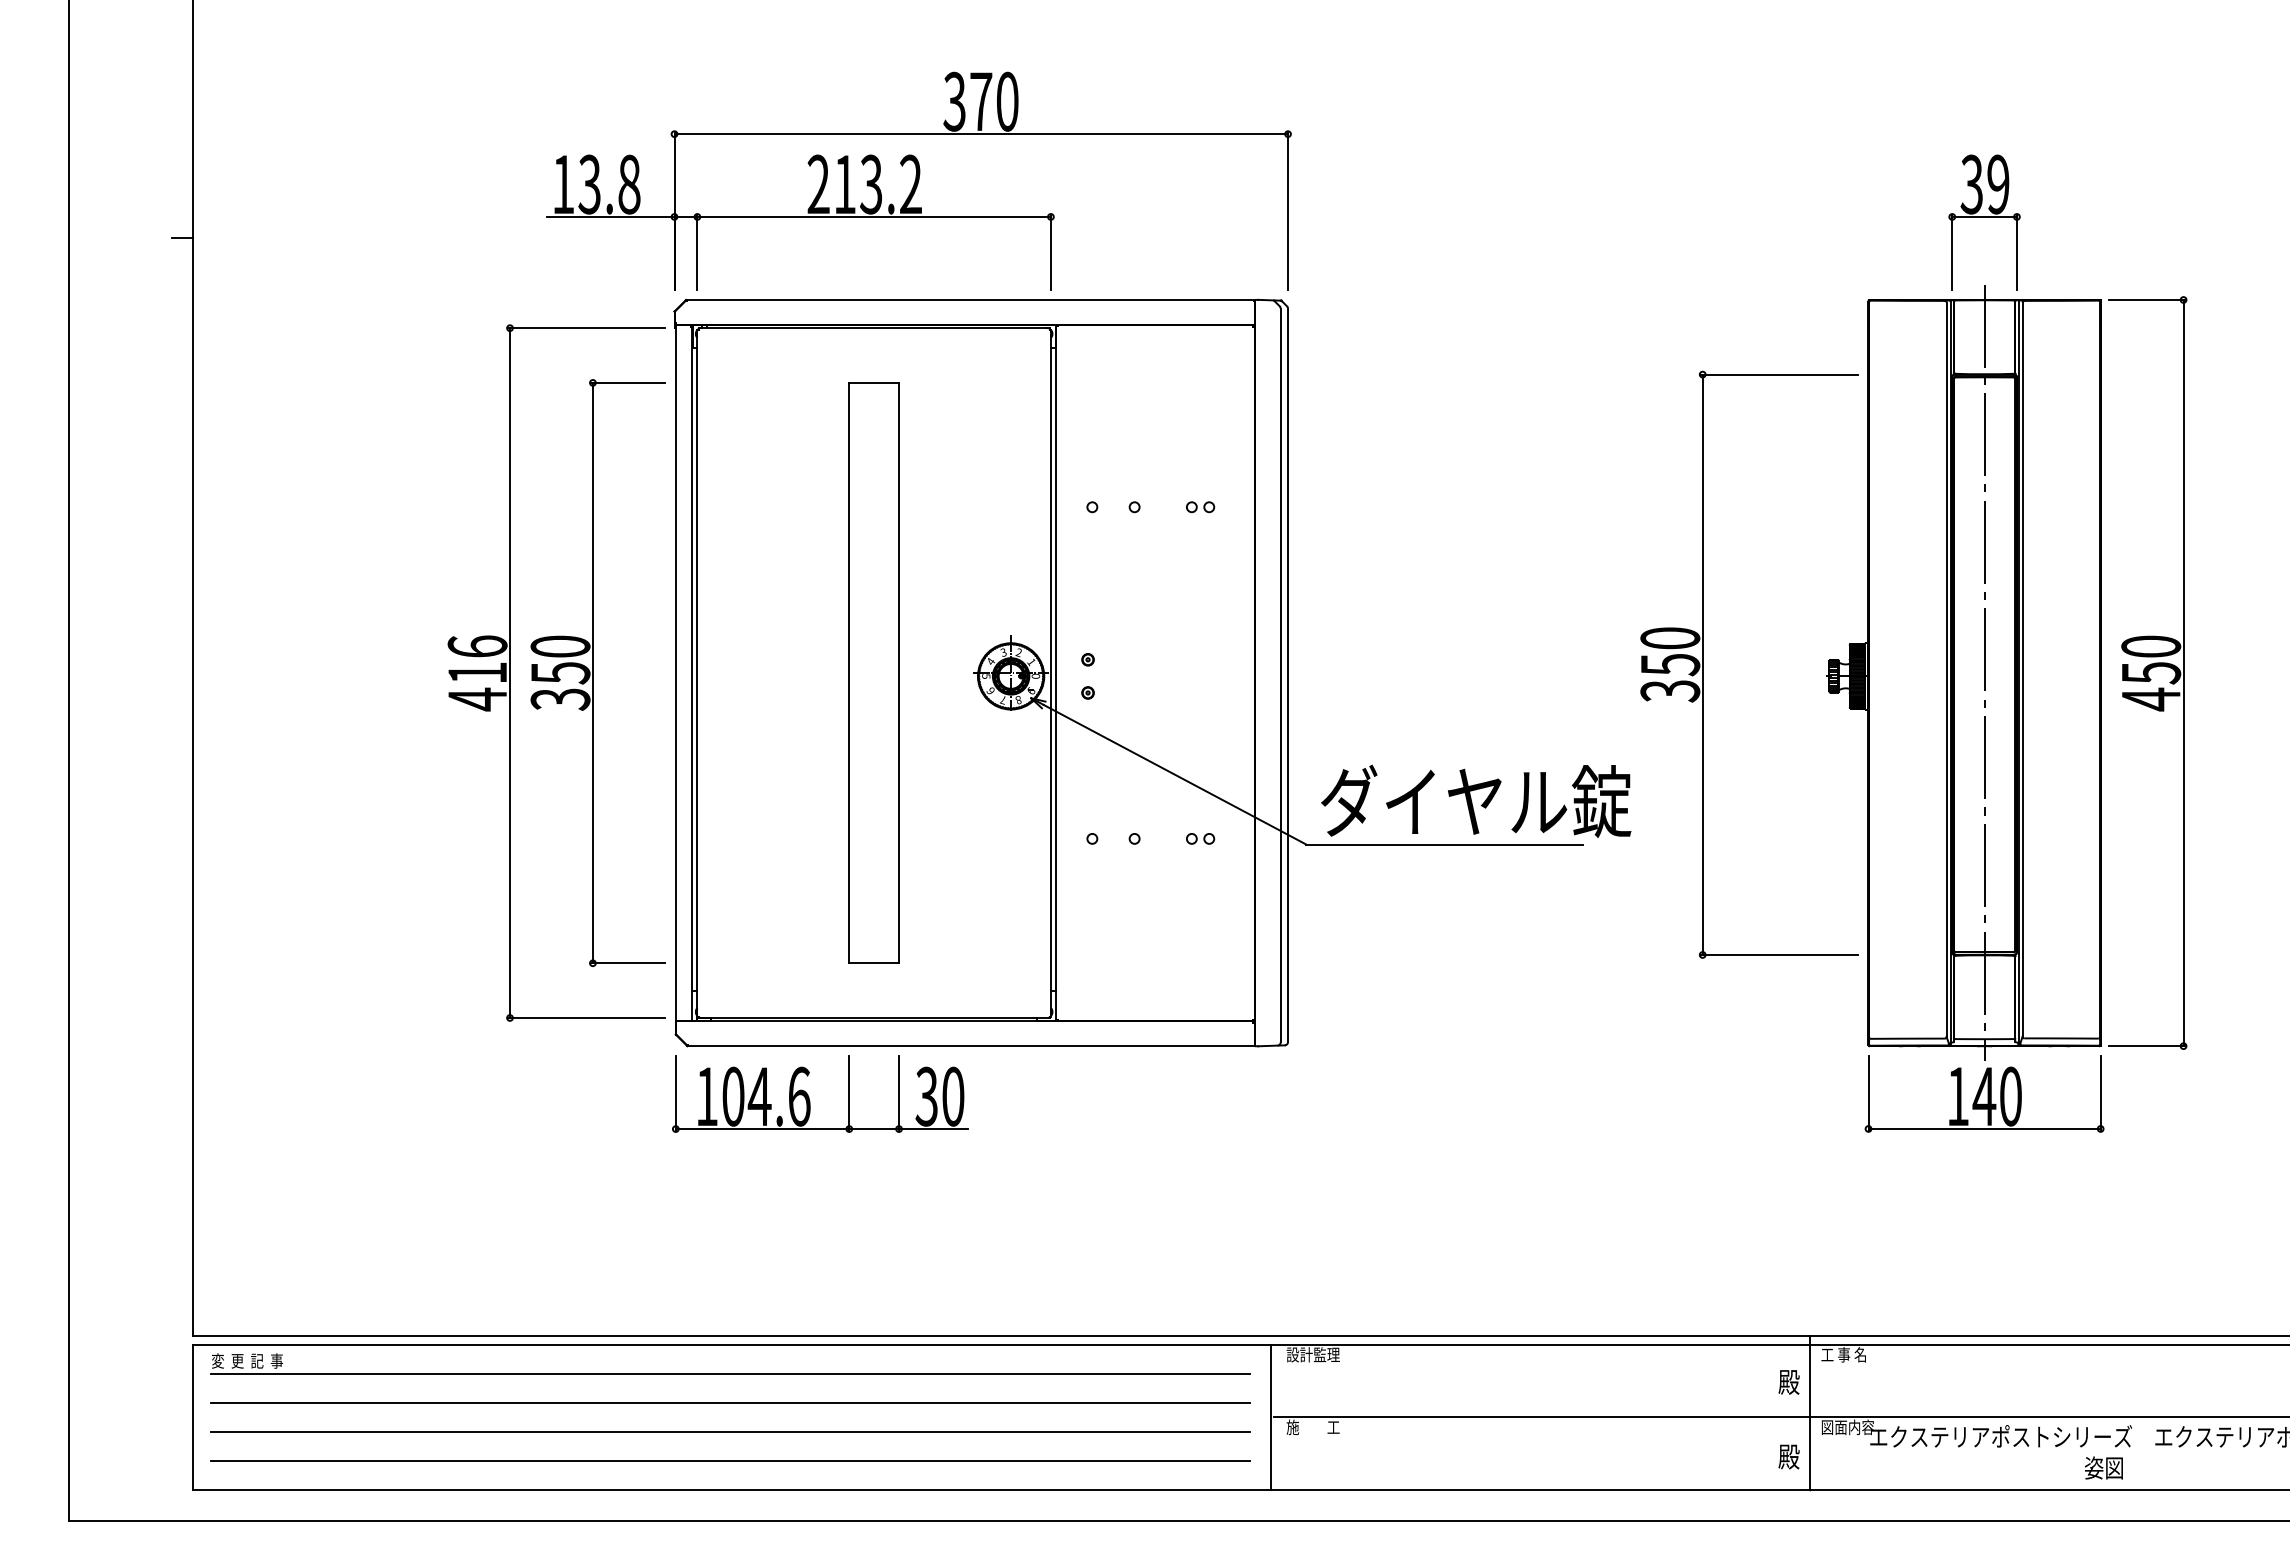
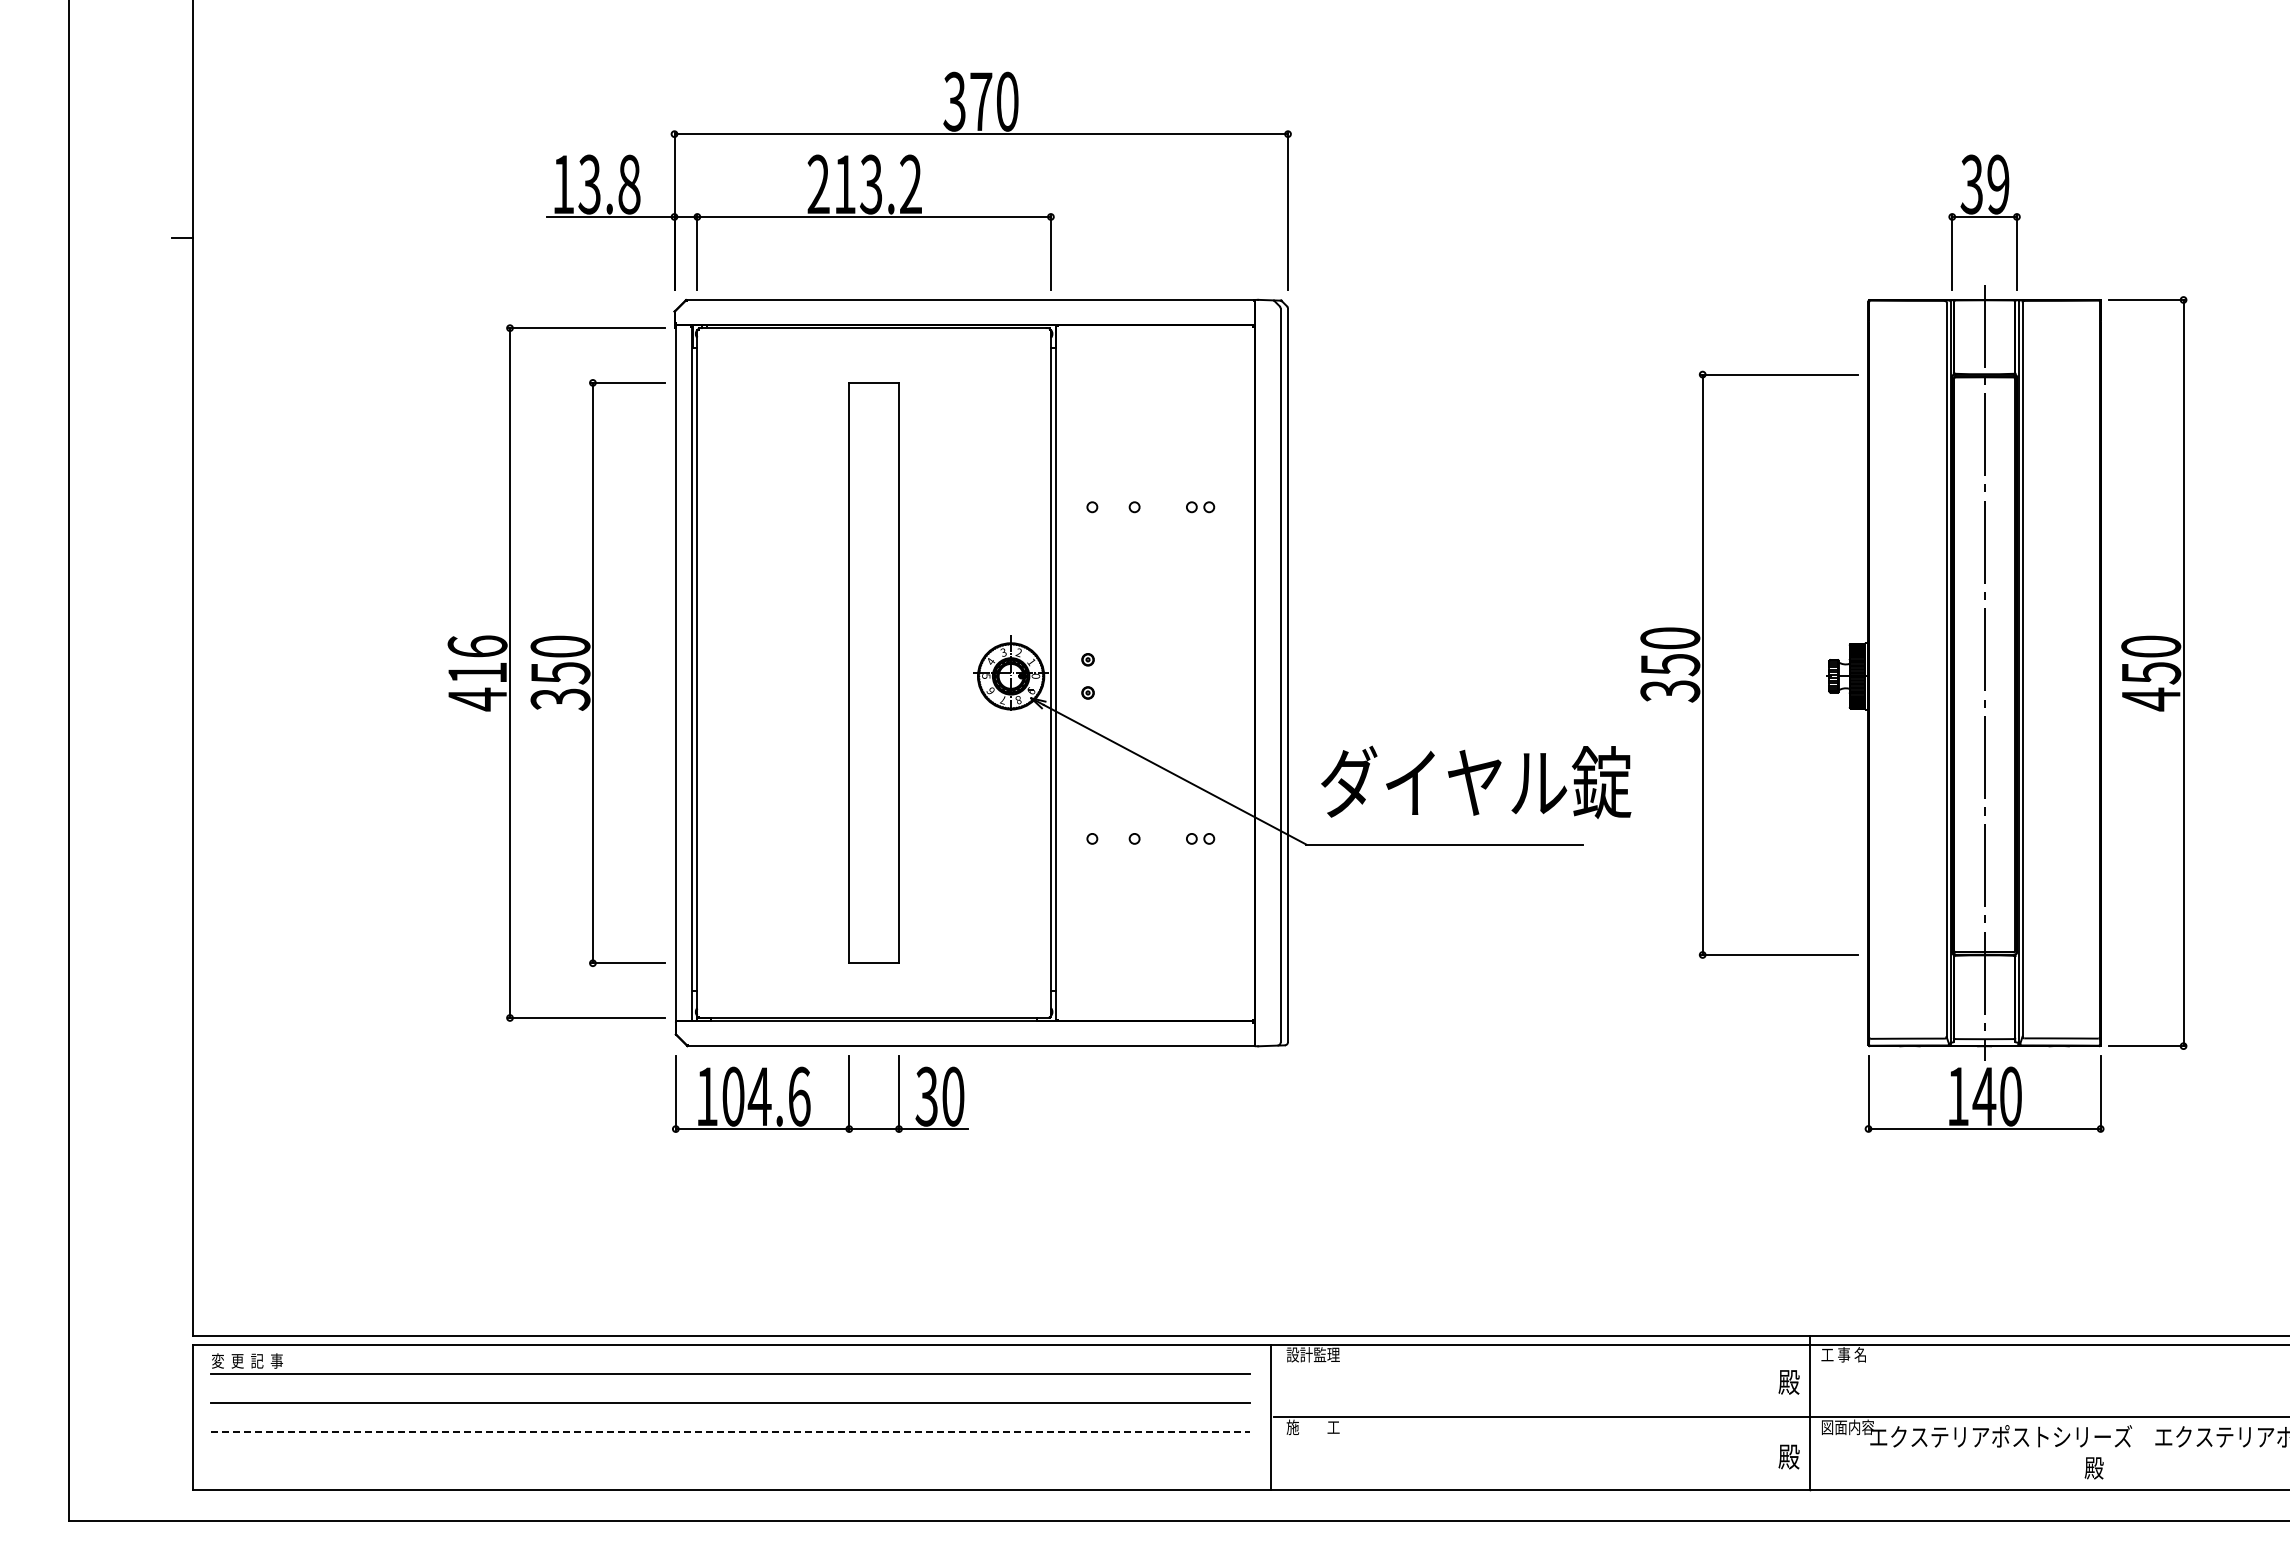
text at (1476, 800) position: (1476, 800) -> (1476, 781)
line at (730, 1431): solid -> dashed
line at (730, 1460): present -> none
text at (2103, 1467): 姿図 -> 殿
